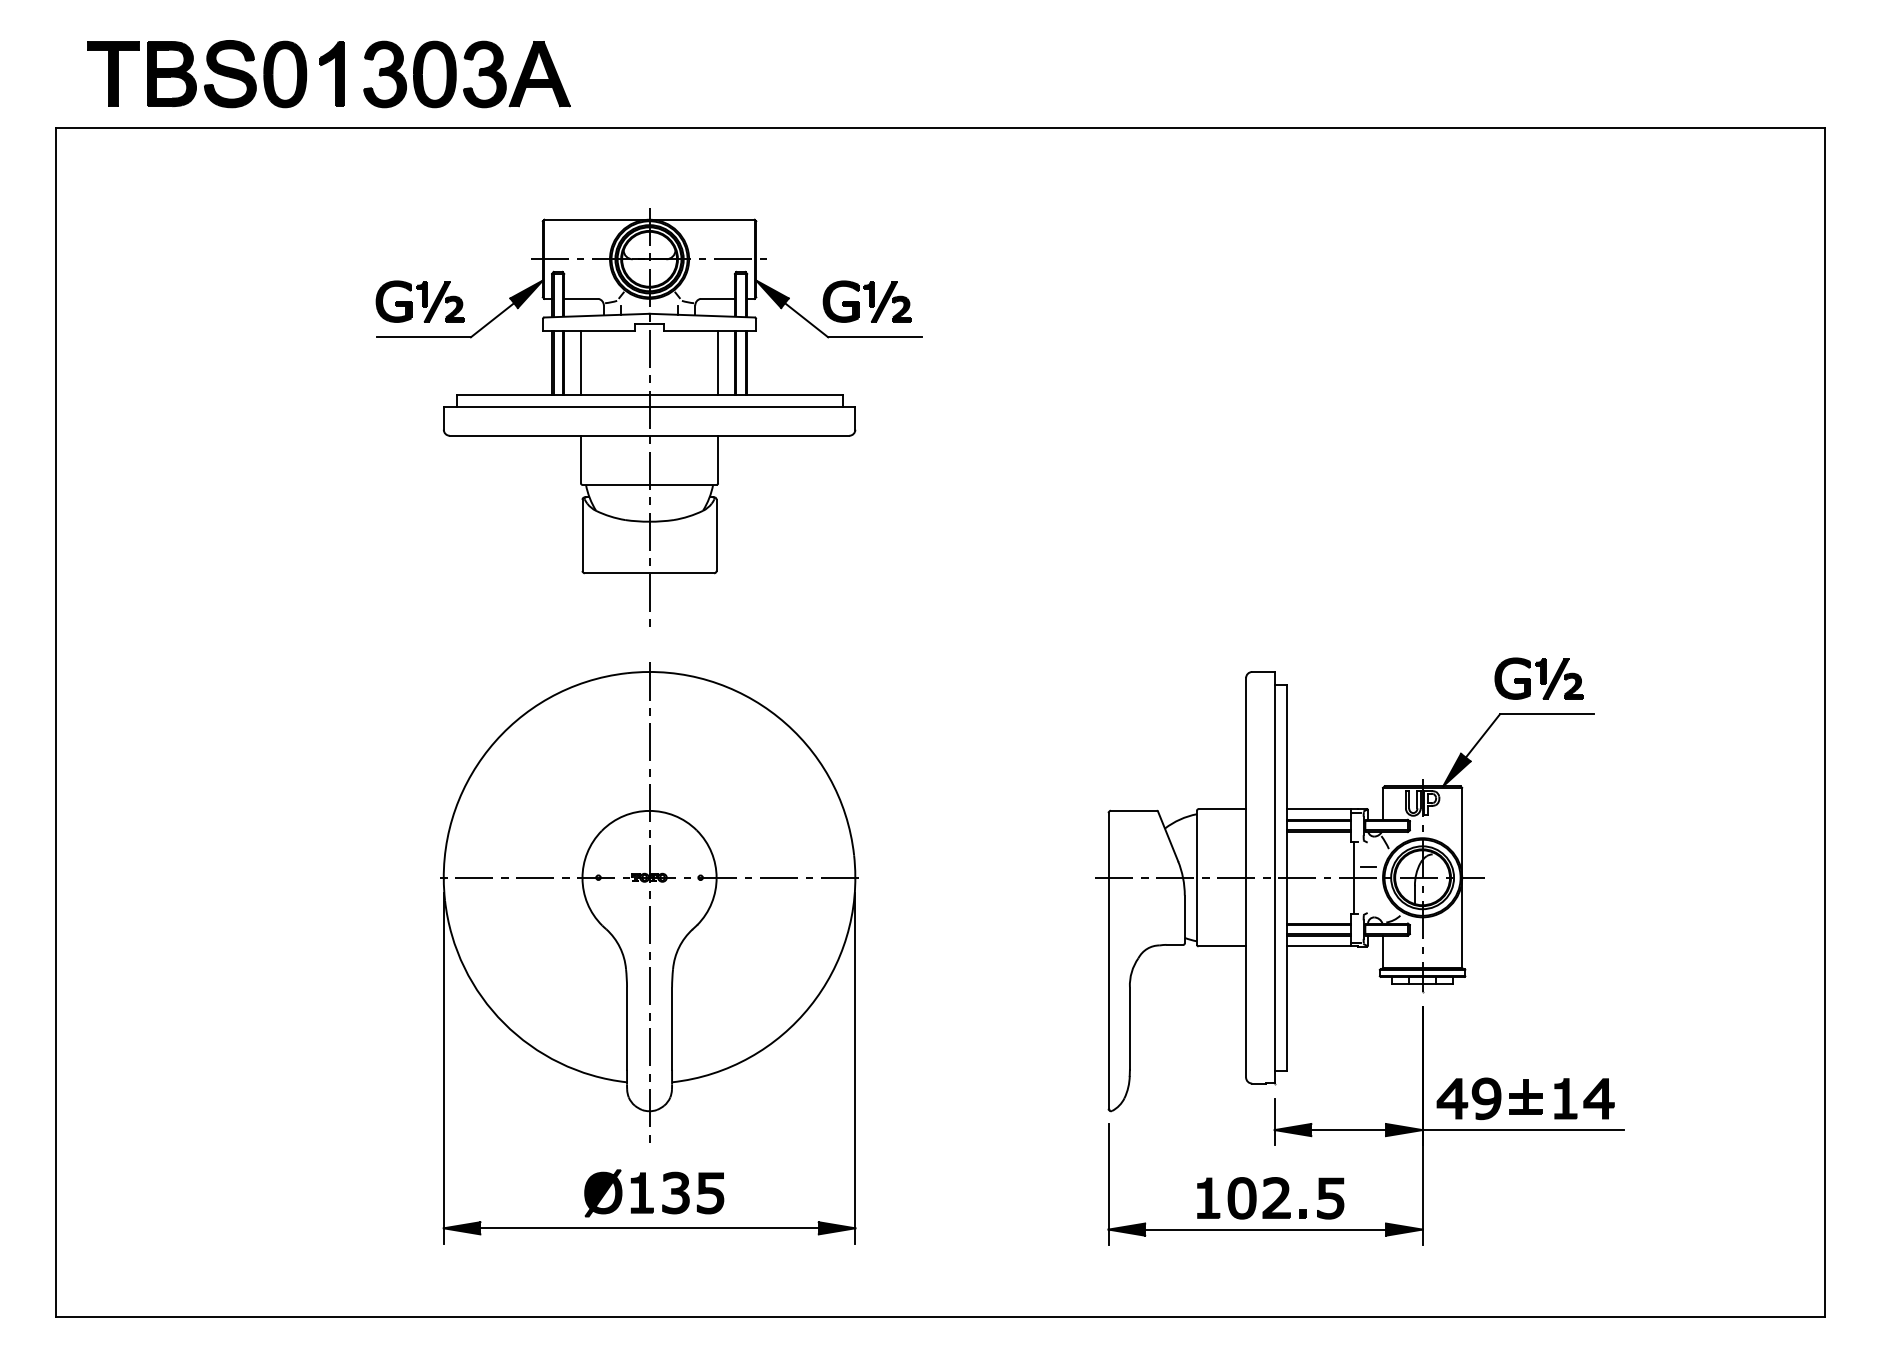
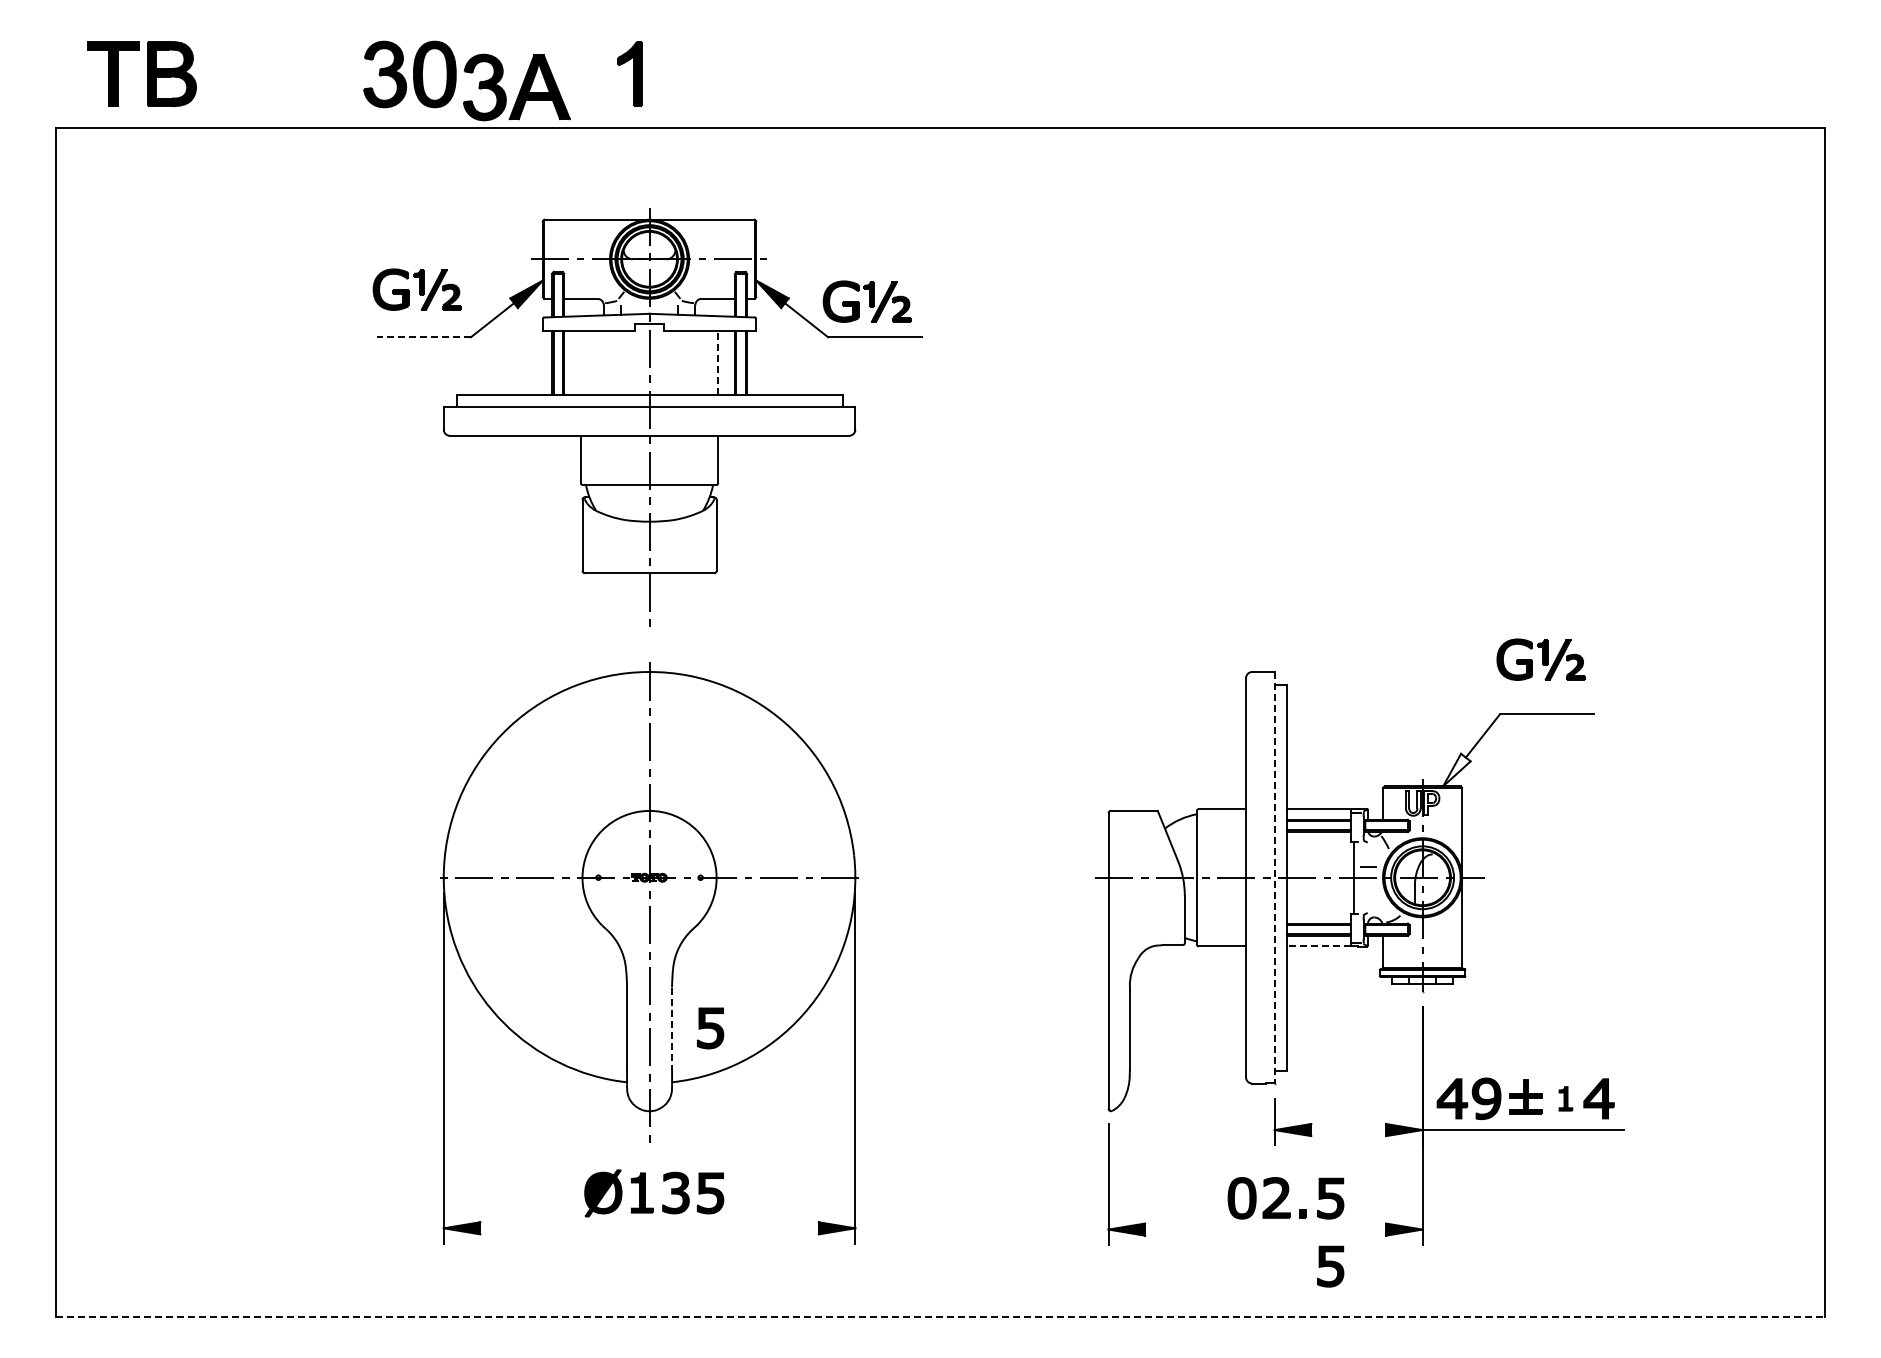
part at (331, 73) position: (331, 73) -> (629, 73)
part at (255, 74): present -> none
part at (516, 74) position: (516, 74) -> (516, 87)
part at (419, 301) position: (419, 301) -> (416, 289)
line at (424, 337): solid -> dashed
line at (580, 362): present -> none
line at (718, 362): solid -> dashed
part at (1538, 678) position: (1538, 678) -> (1540, 659)
fill at (1456, 769): present -> none
line at (1274, 878): solid -> dashed
line at (1319, 946): solid -> dashed
part at (710, 1028): none -> present
line at (672, 1029): solid -> dashed
part at (1565, 1098) size: 24x42 px -> 16x26 px
line at (1348, 1130): present -> none
part at (1208, 1197): present -> none
line at (649, 1228): present -> none
line at (1265, 1229): present -> none
part at (1330, 1266): none -> present
line at (940, 1317): solid -> dashed
